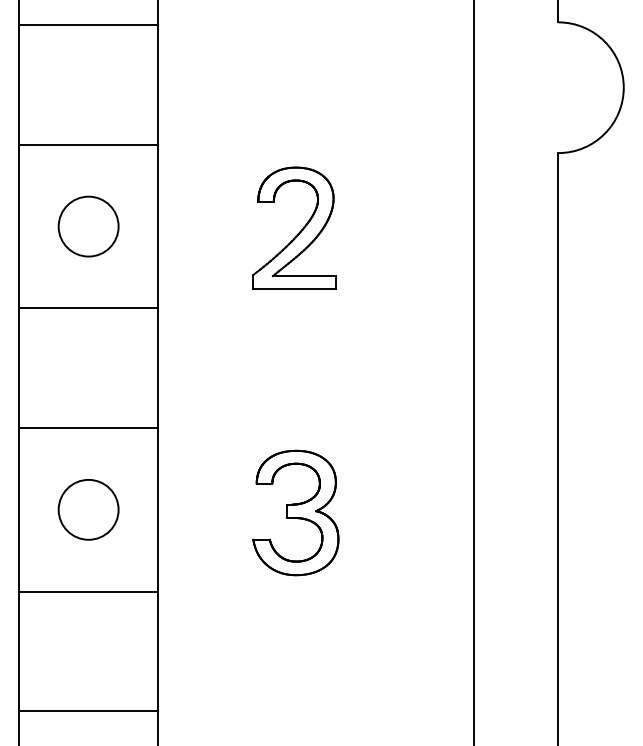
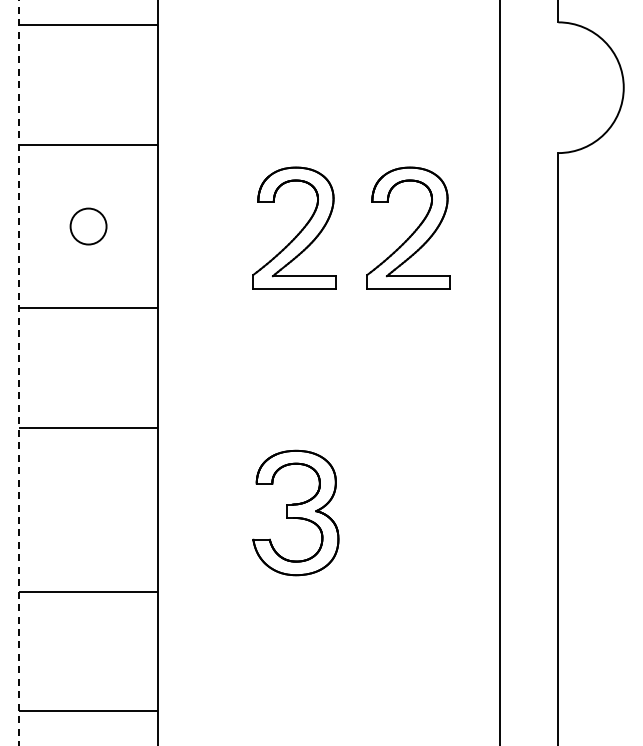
circle at (88, 226) size: 63x63 px -> 39x39 px
part at (413, 231): none -> present
line at (474, 372) position: (474, 372) -> (500, 372)
line at (19, 373): solid -> dashed
circle at (88, 509): present -> none
